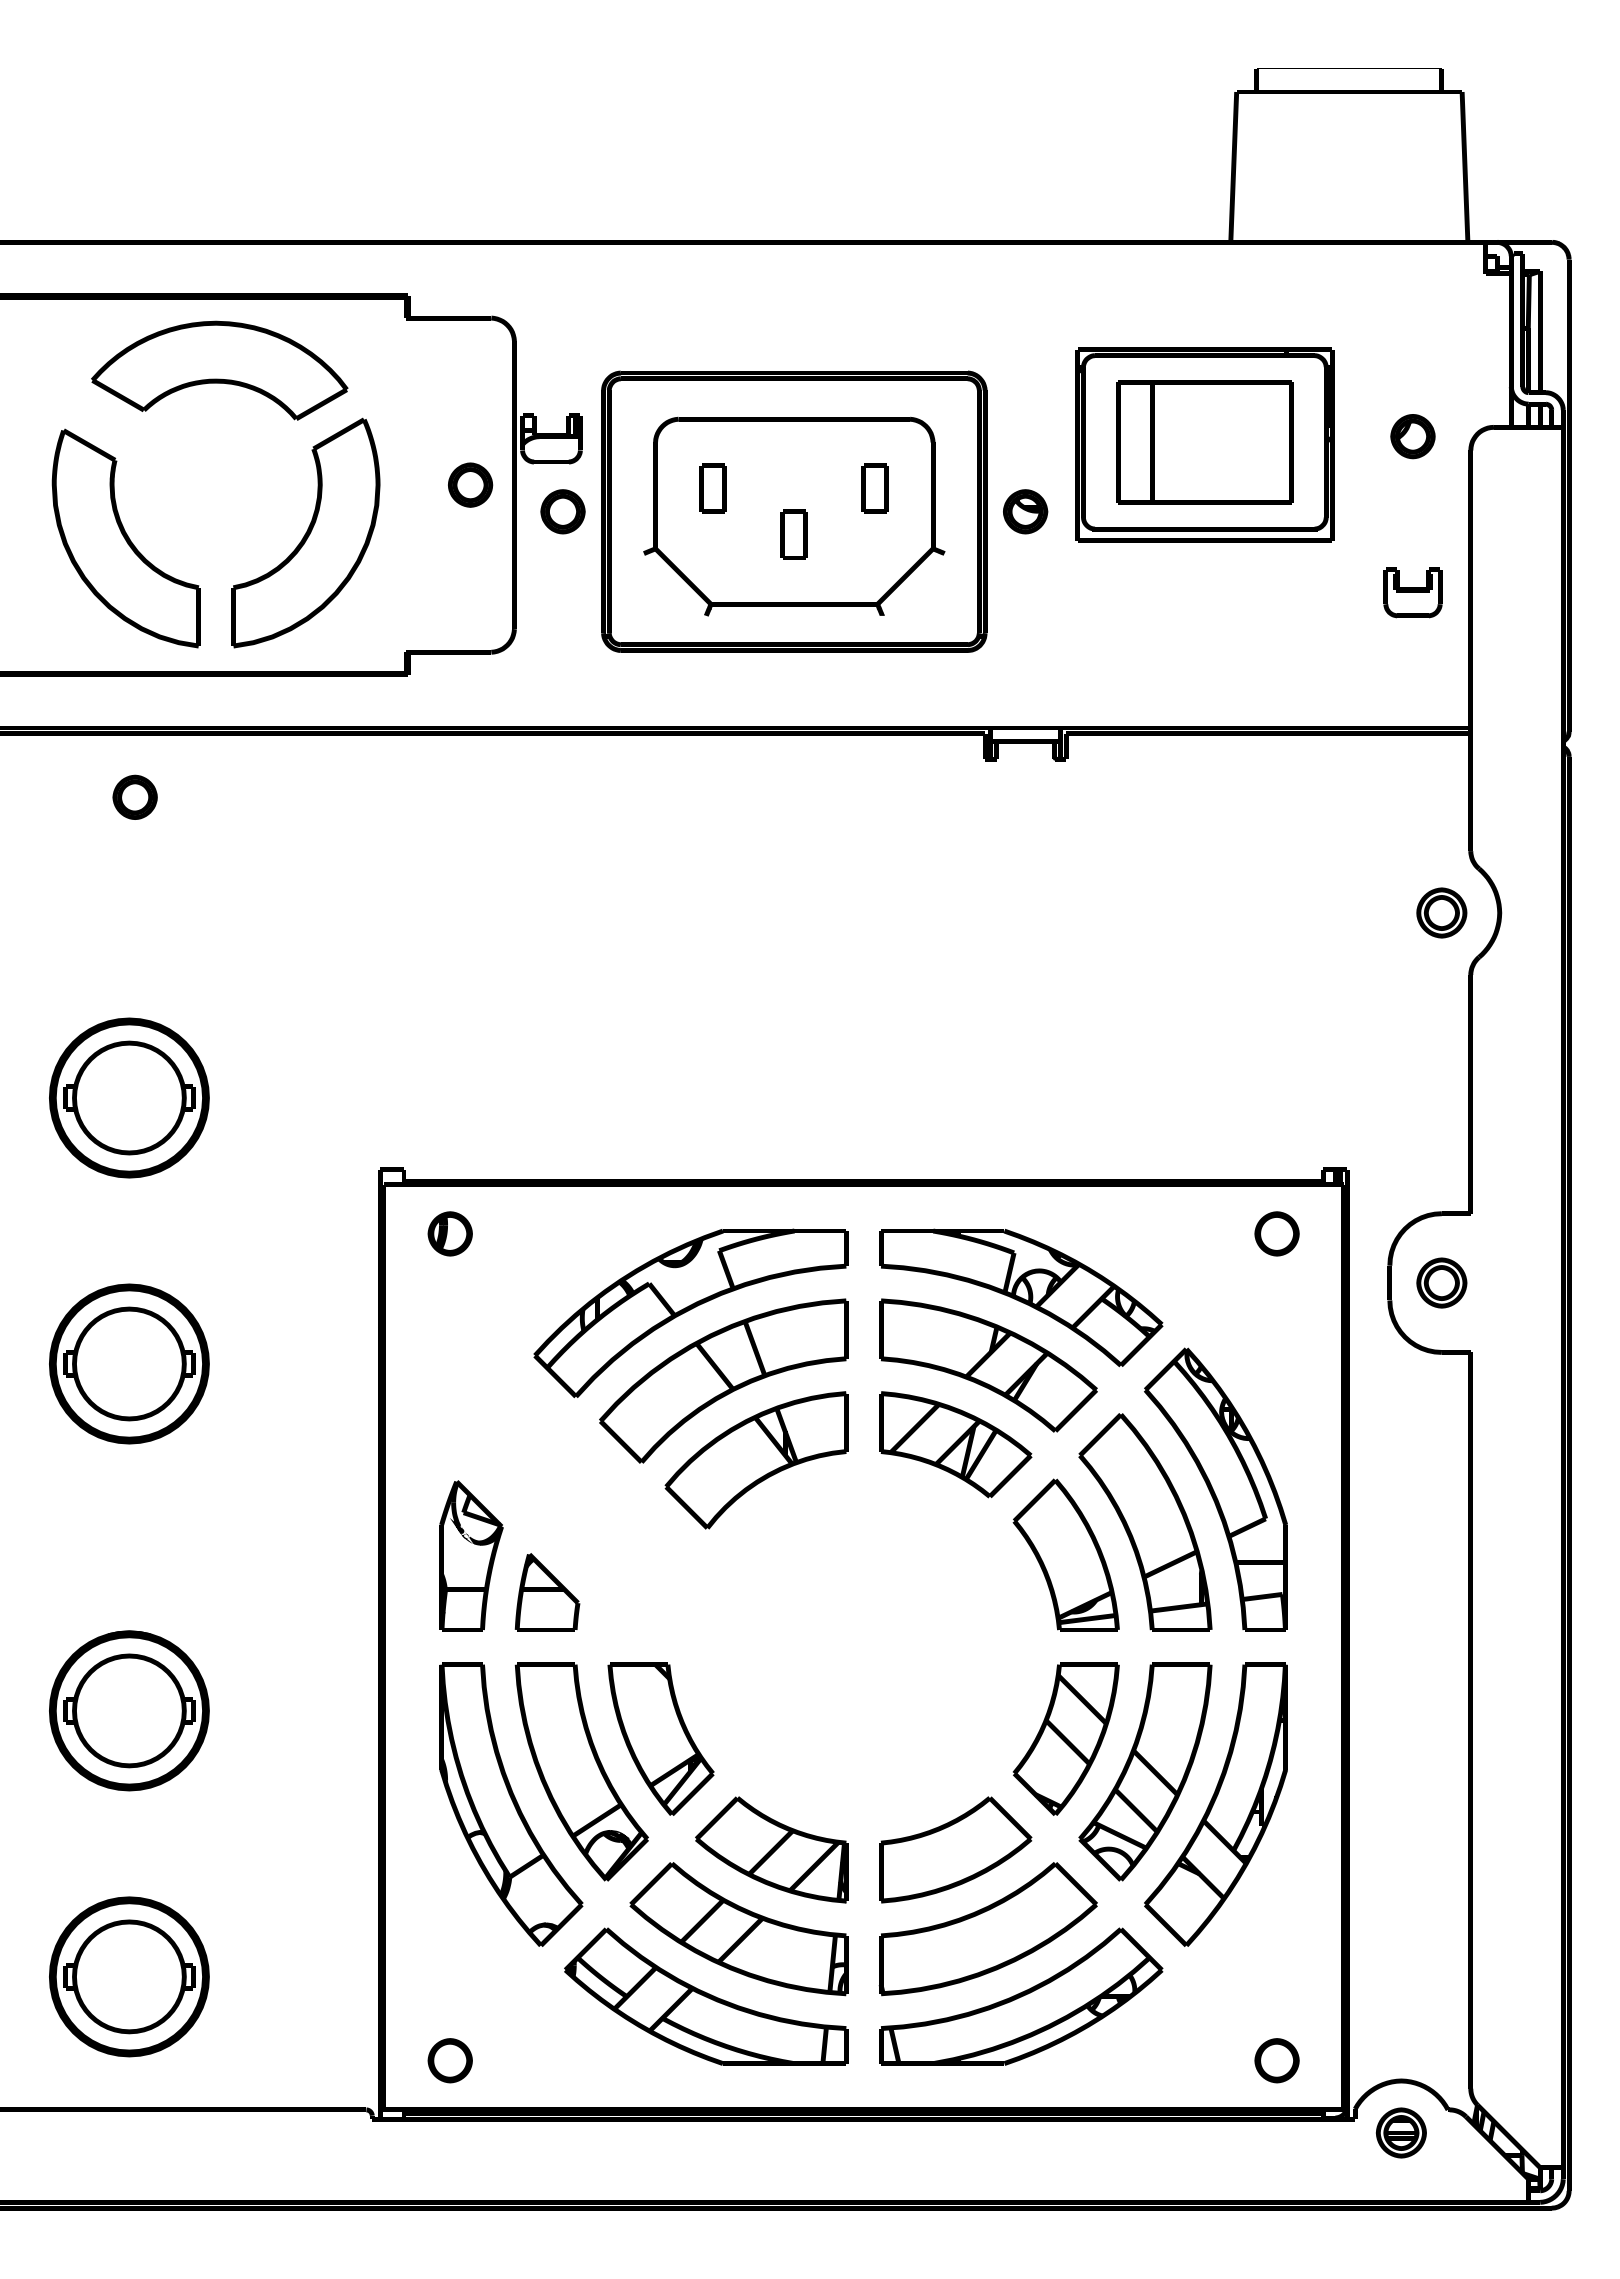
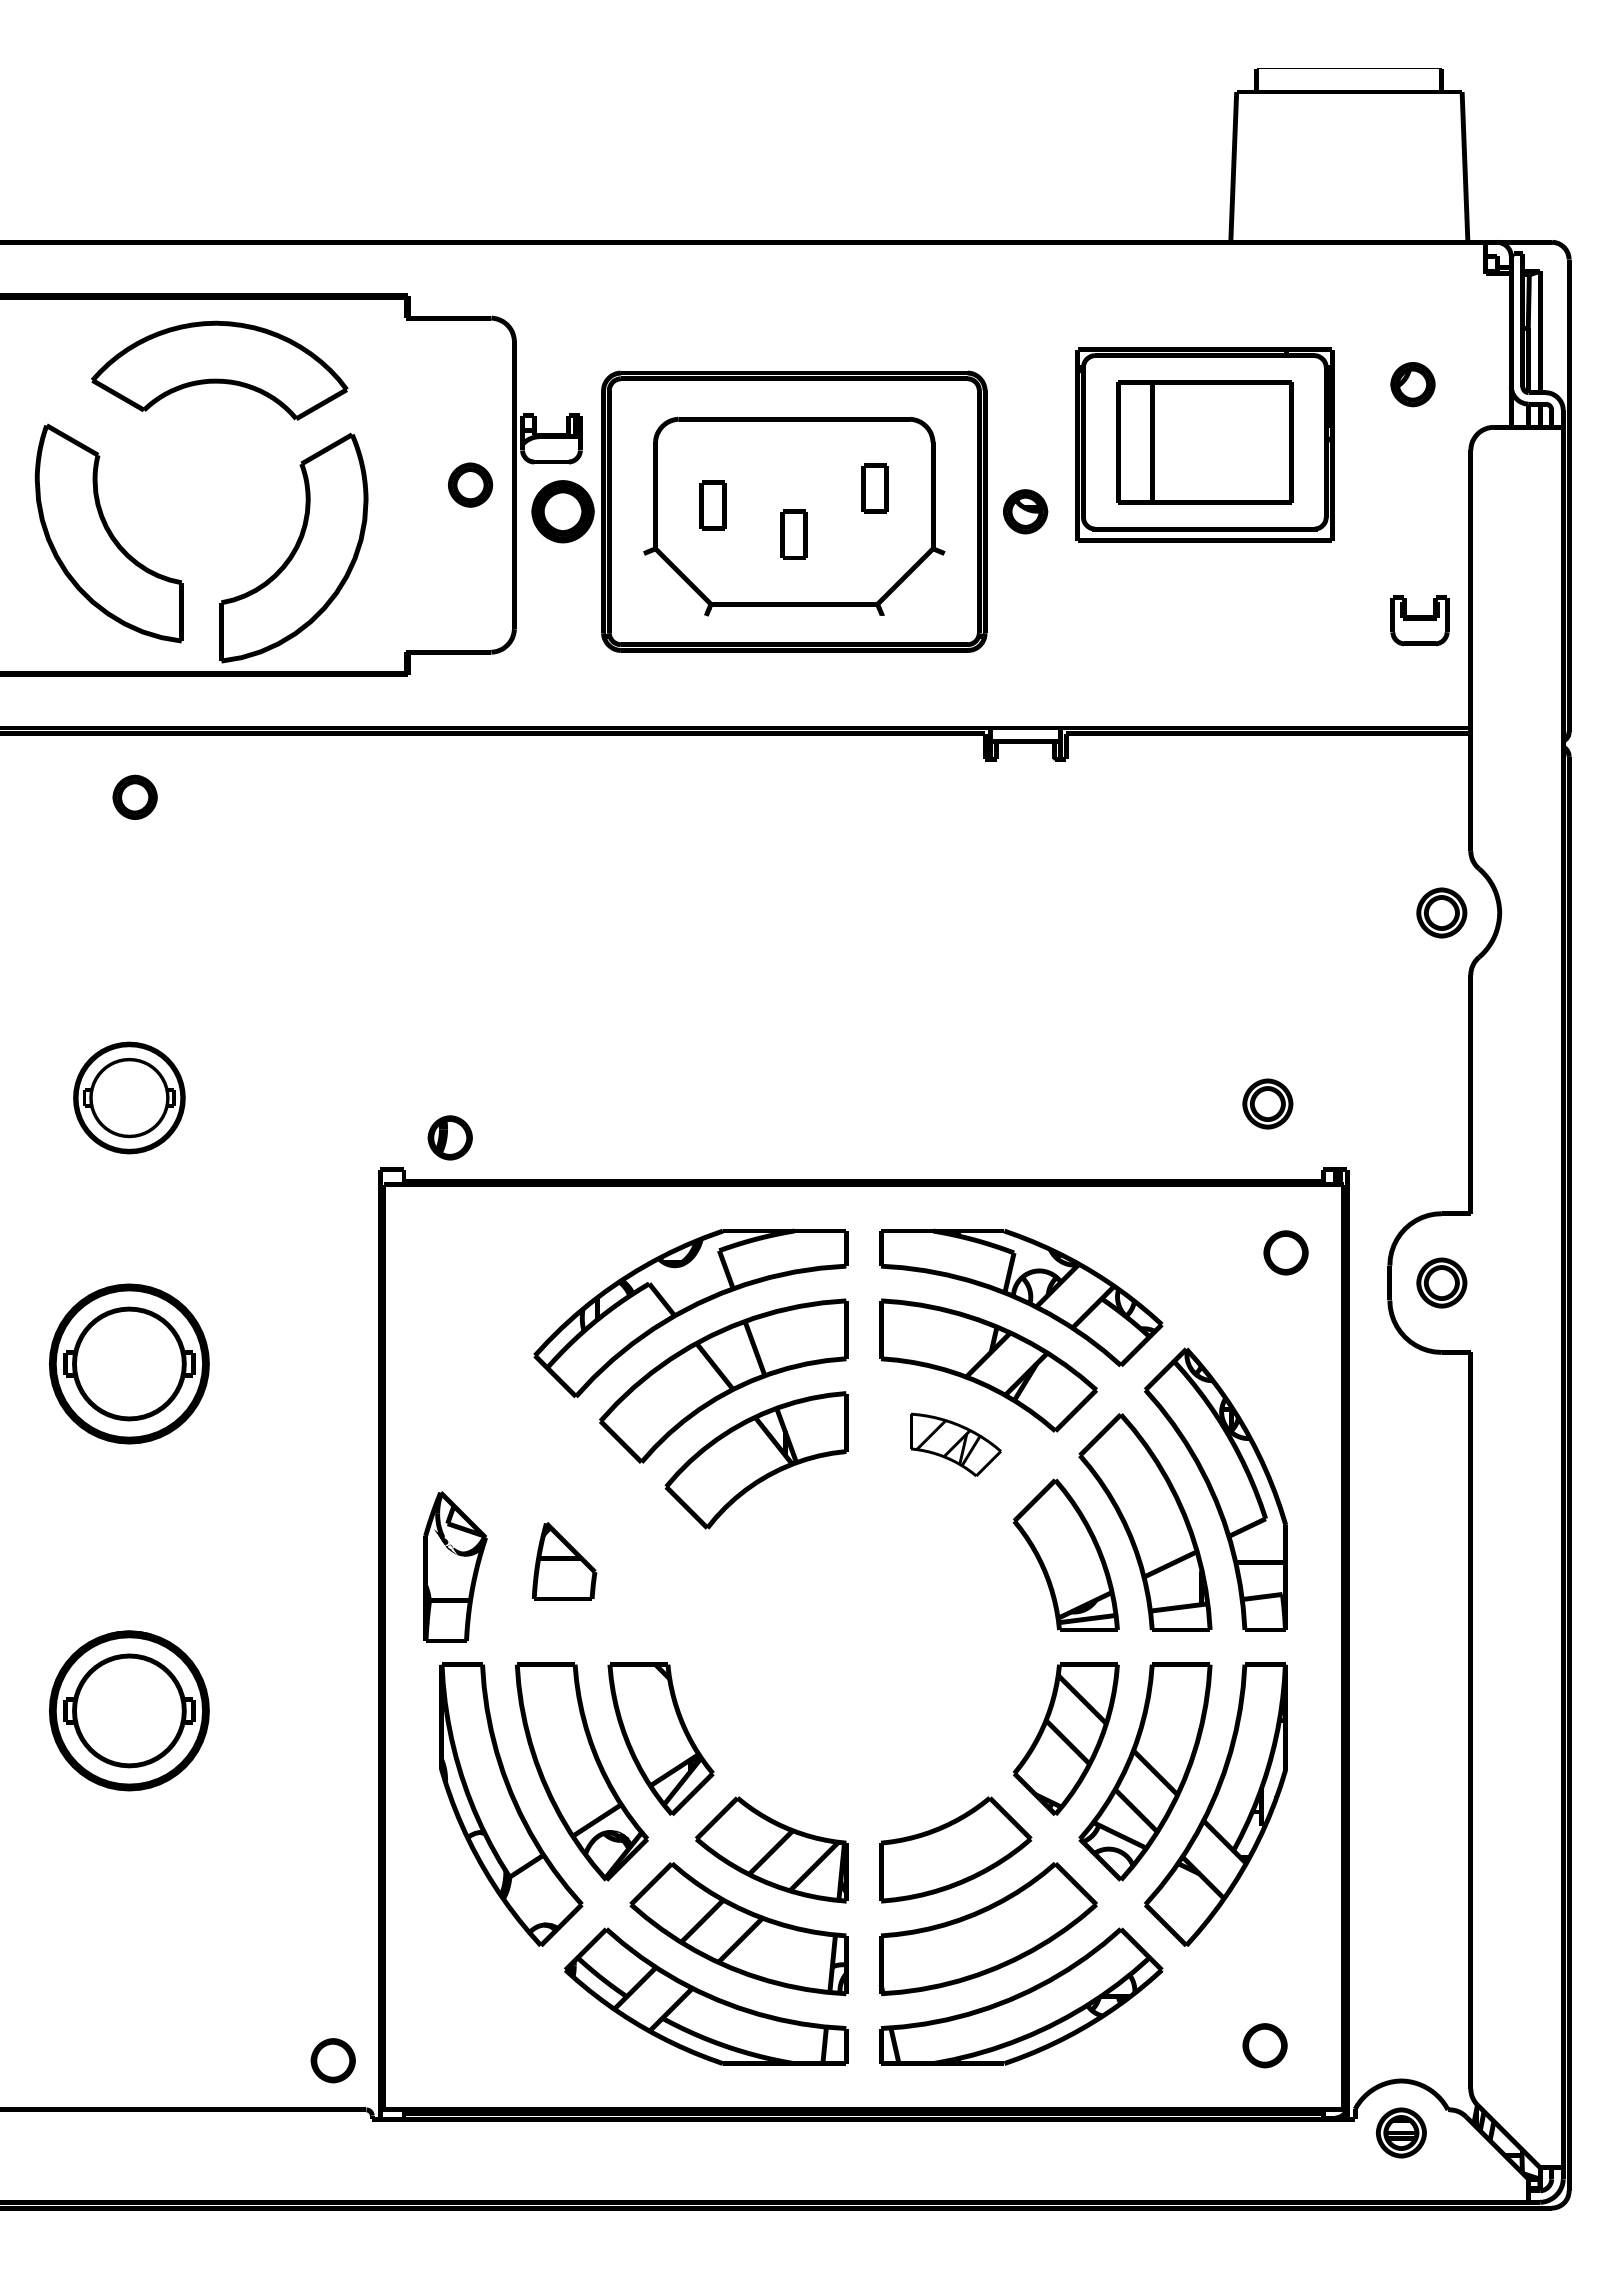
part at (1412, 436) position: (1412, 436) -> (1412, 384)
part at (712, 488) position: (712, 488) -> (712, 505)
part at (562, 511) size: 46x46 px -> 64x64 px
part at (305, 532) position: (305, 532) -> (293, 547)
part at (125, 538) position: (125, 538) -> (108, 533)
part at (1412, 592) position: (1412, 592) -> (1419, 620)
part at (129, 1097) size: 161x162 px -> 113x114 px
part at (1267, 1103): none -> present
part at (449, 1233) position: (449, 1233) -> (449, 1137)
part at (1276, 1233) position: (1276, 1233) -> (1285, 1252)
part at (955, 1444) size: 154x108 px -> 92x65 px
part at (471, 1555) position: (471, 1555) -> (455, 1566)
part at (547, 1592) position: (547, 1592) -> (564, 1561)
part at (129, 1976): present -> none
part at (449, 2060) position: (449, 2060) -> (332, 2060)
part at (1276, 2060) position: (1276, 2060) -> (1264, 2045)
